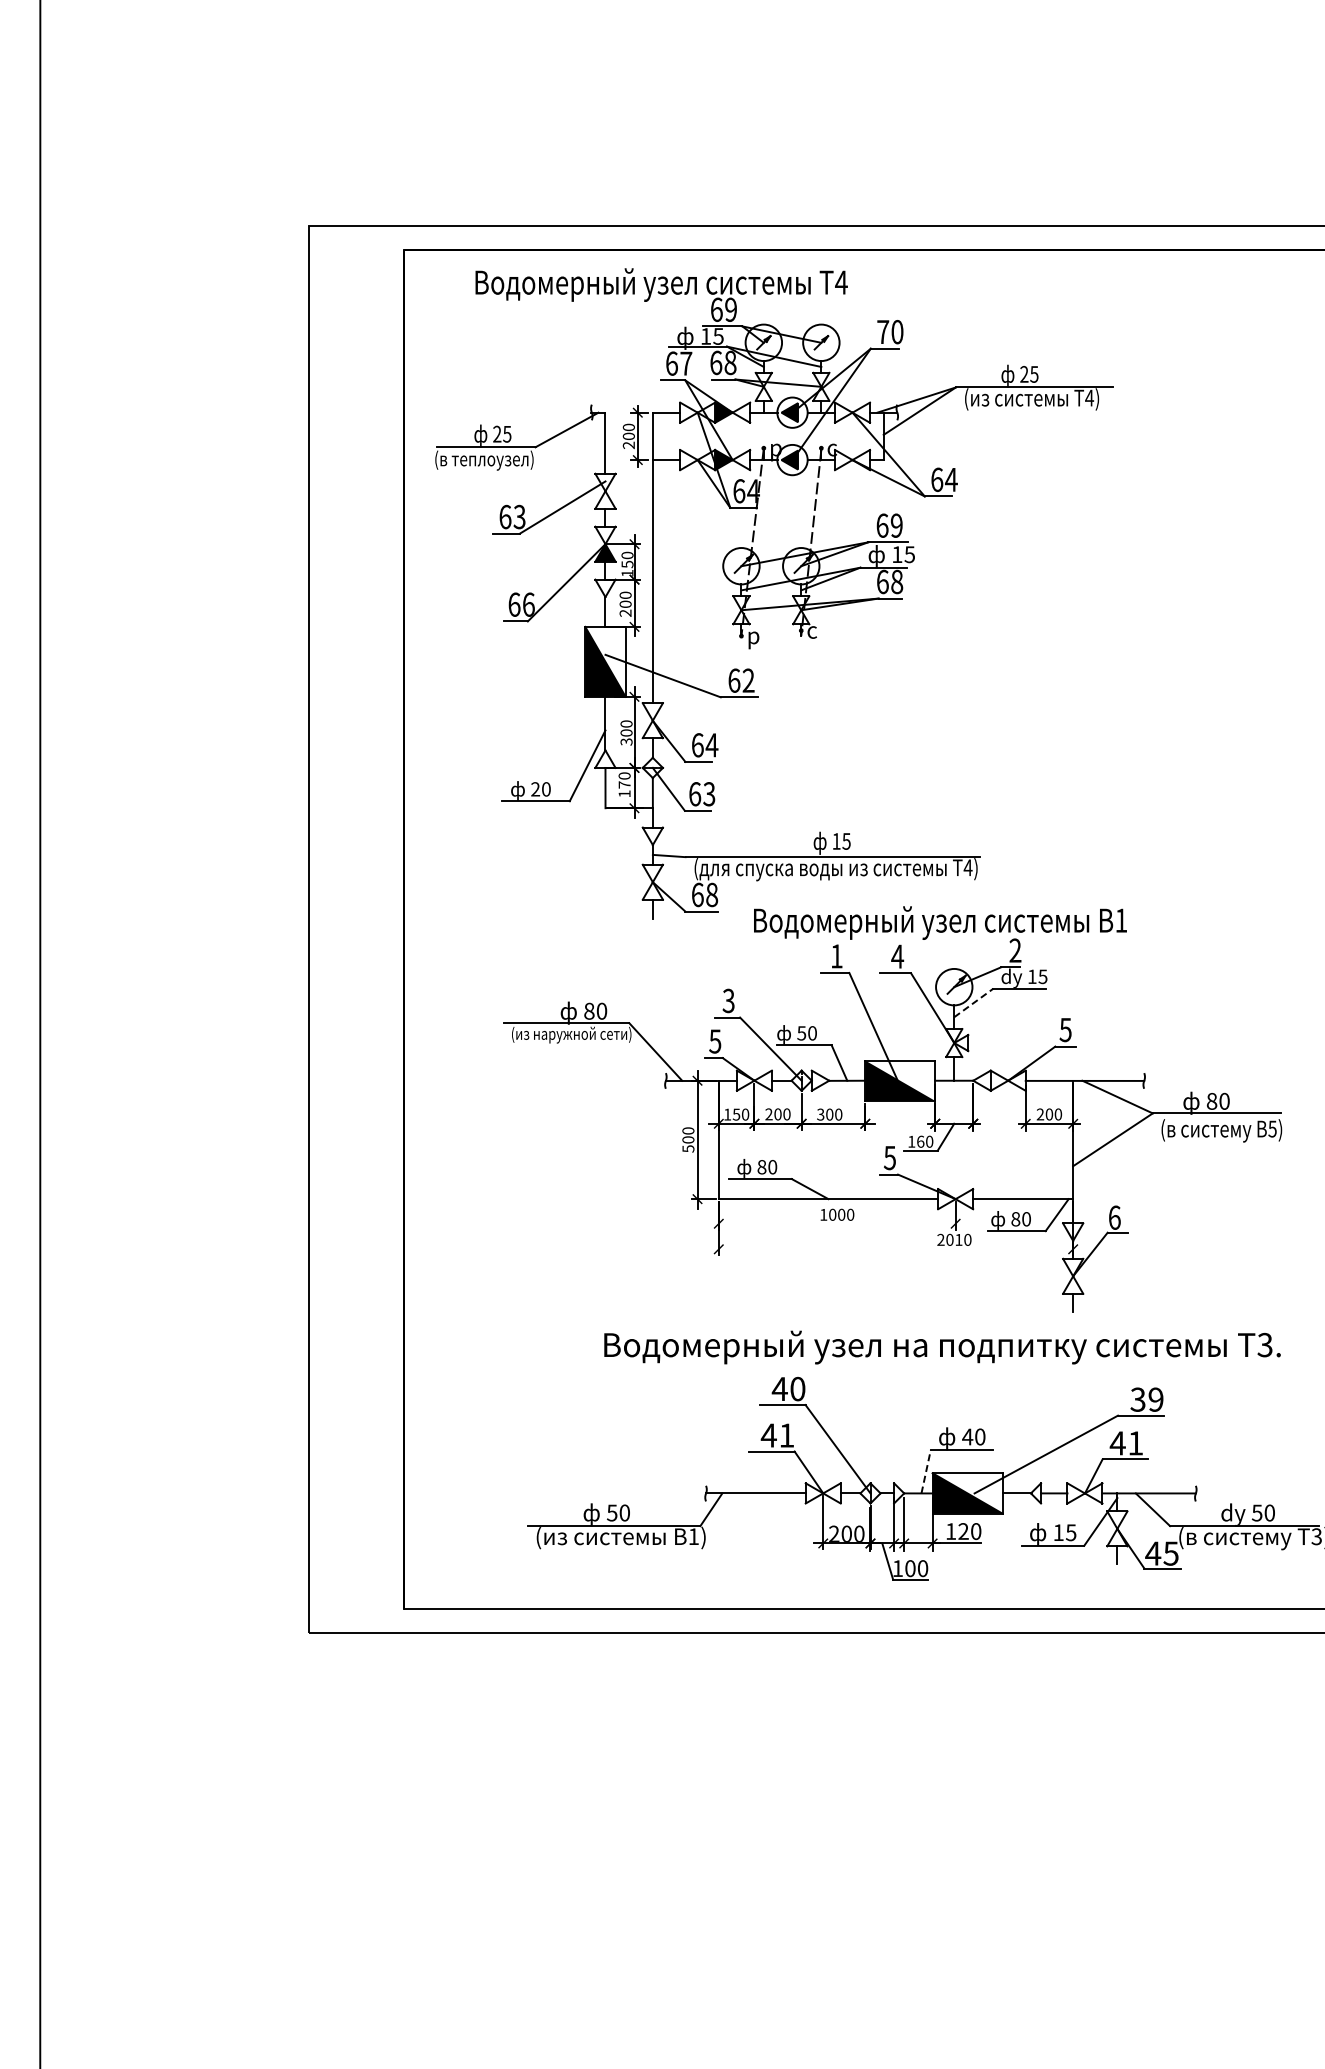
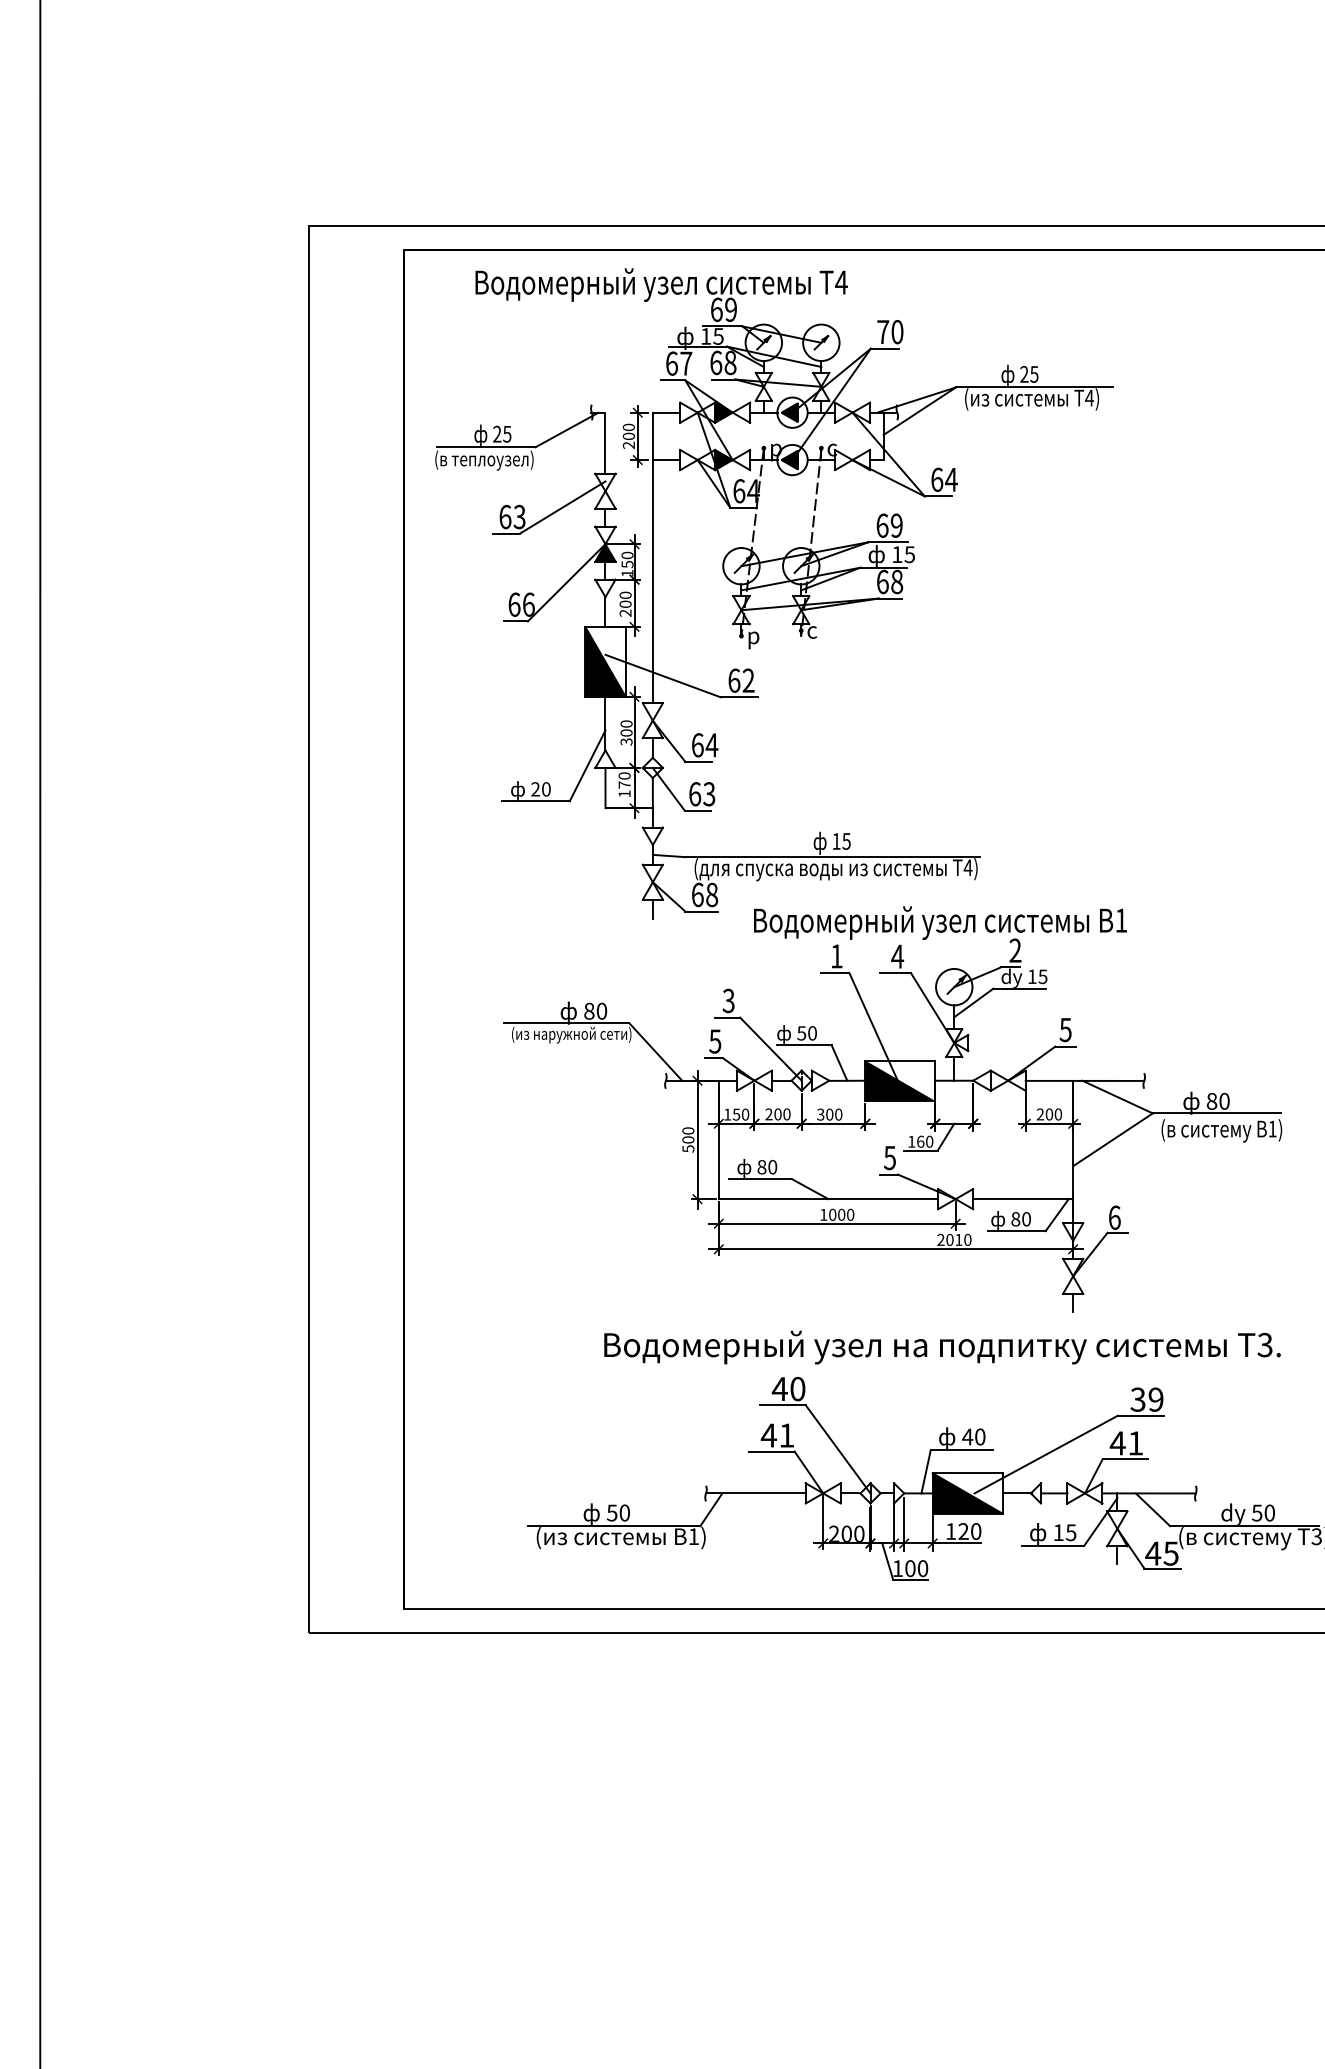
line at (974, 1002): dashed -> solid
text at (1272, 1128): 5) -> 1)
line at (837, 1223): none -> present
line at (895, 1249): none -> present
line at (926, 1471): dashed -> solid
